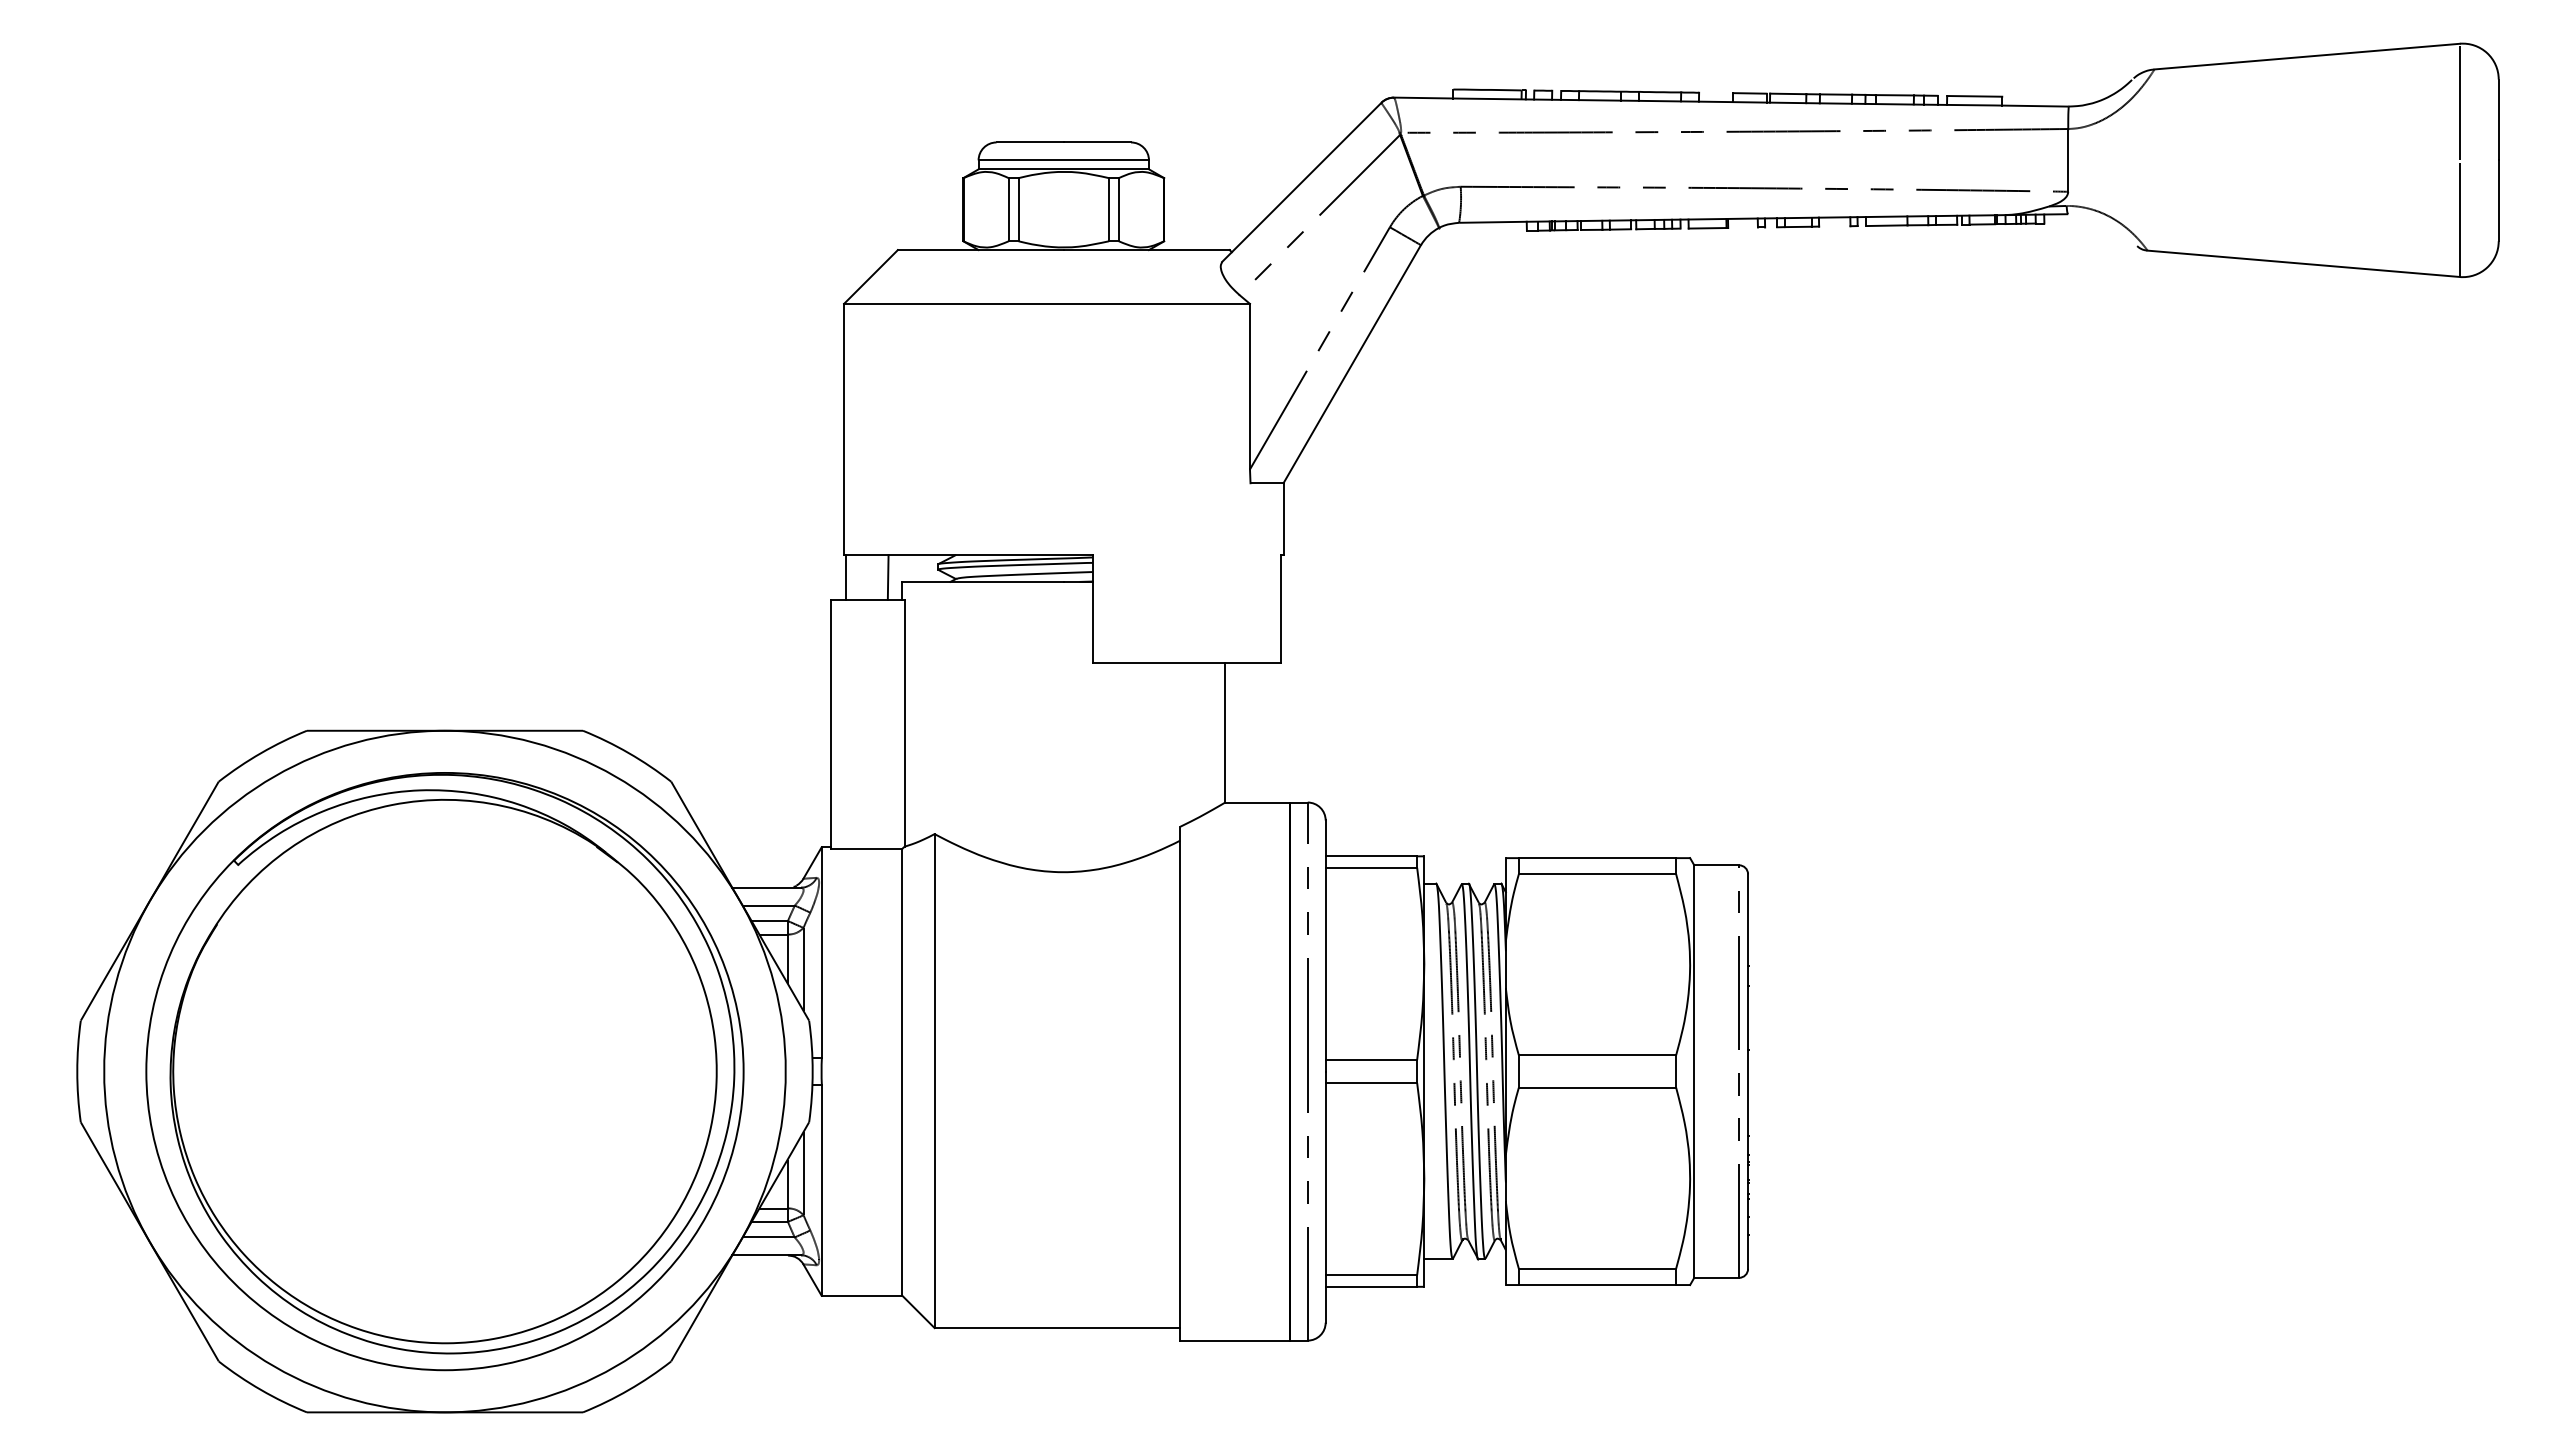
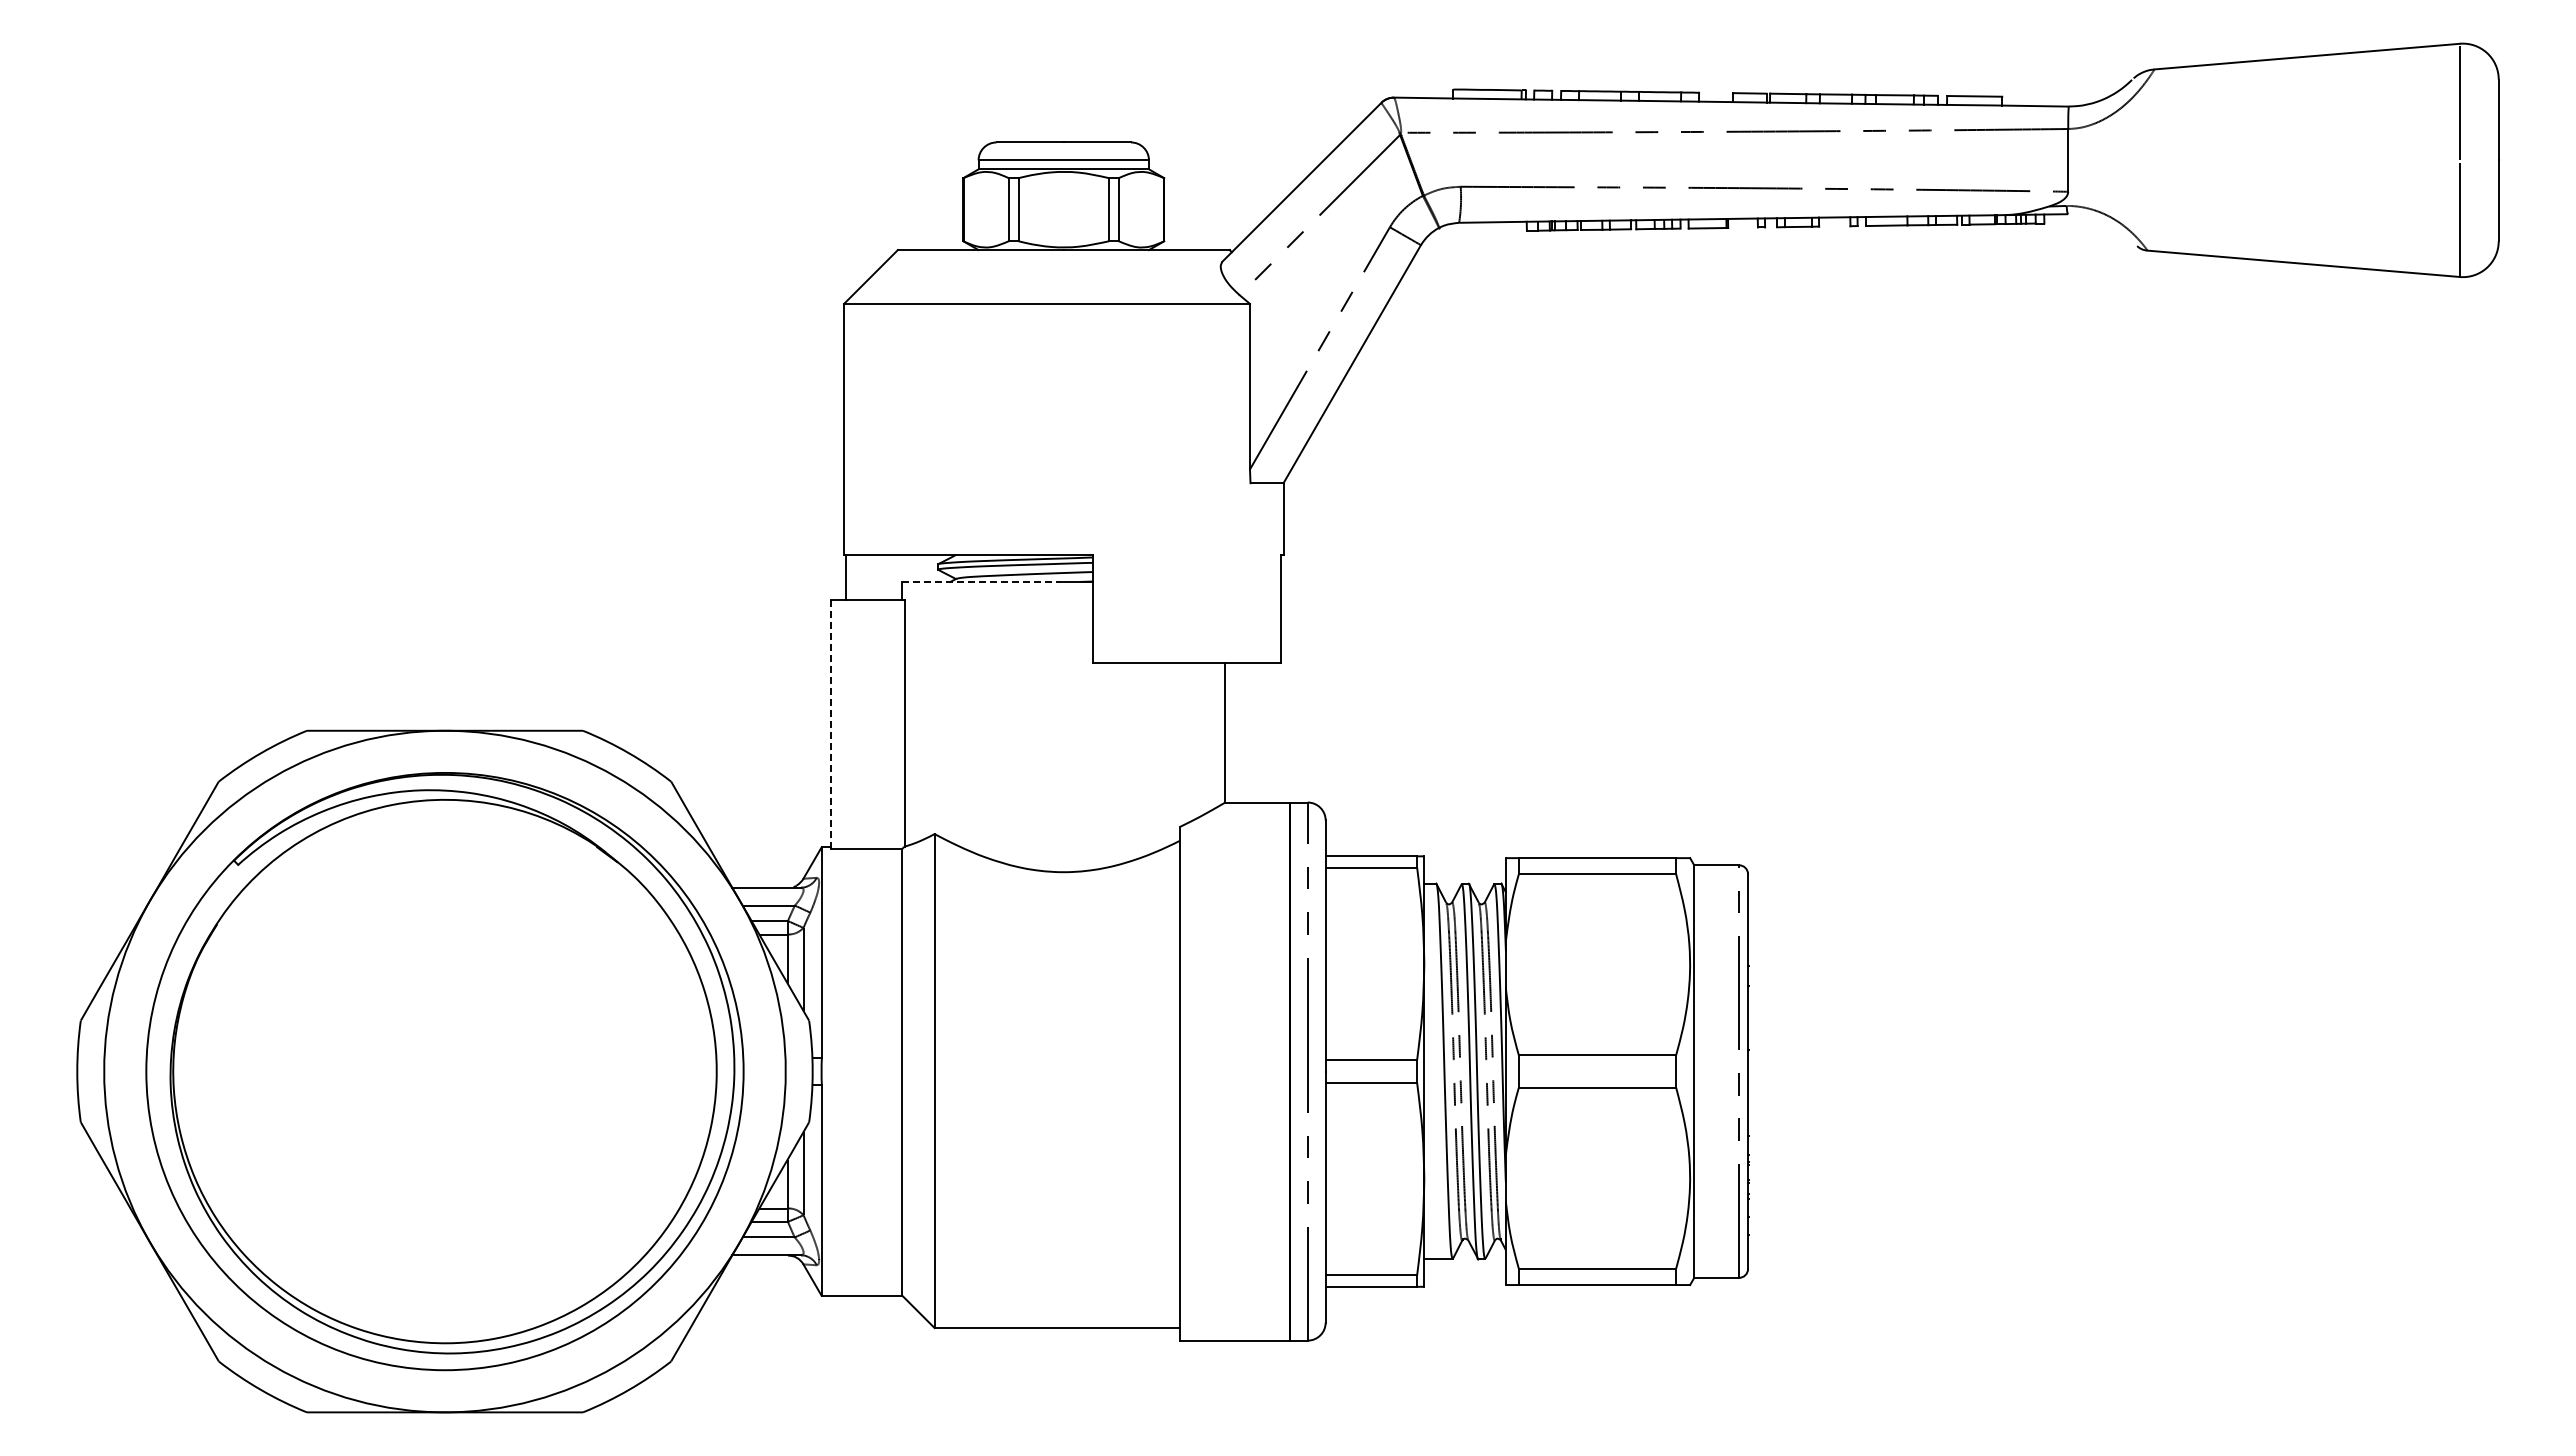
line at (887, 577): present -> none
line at (983, 581): solid -> dashed
line at (830, 724): solid -> dashed
